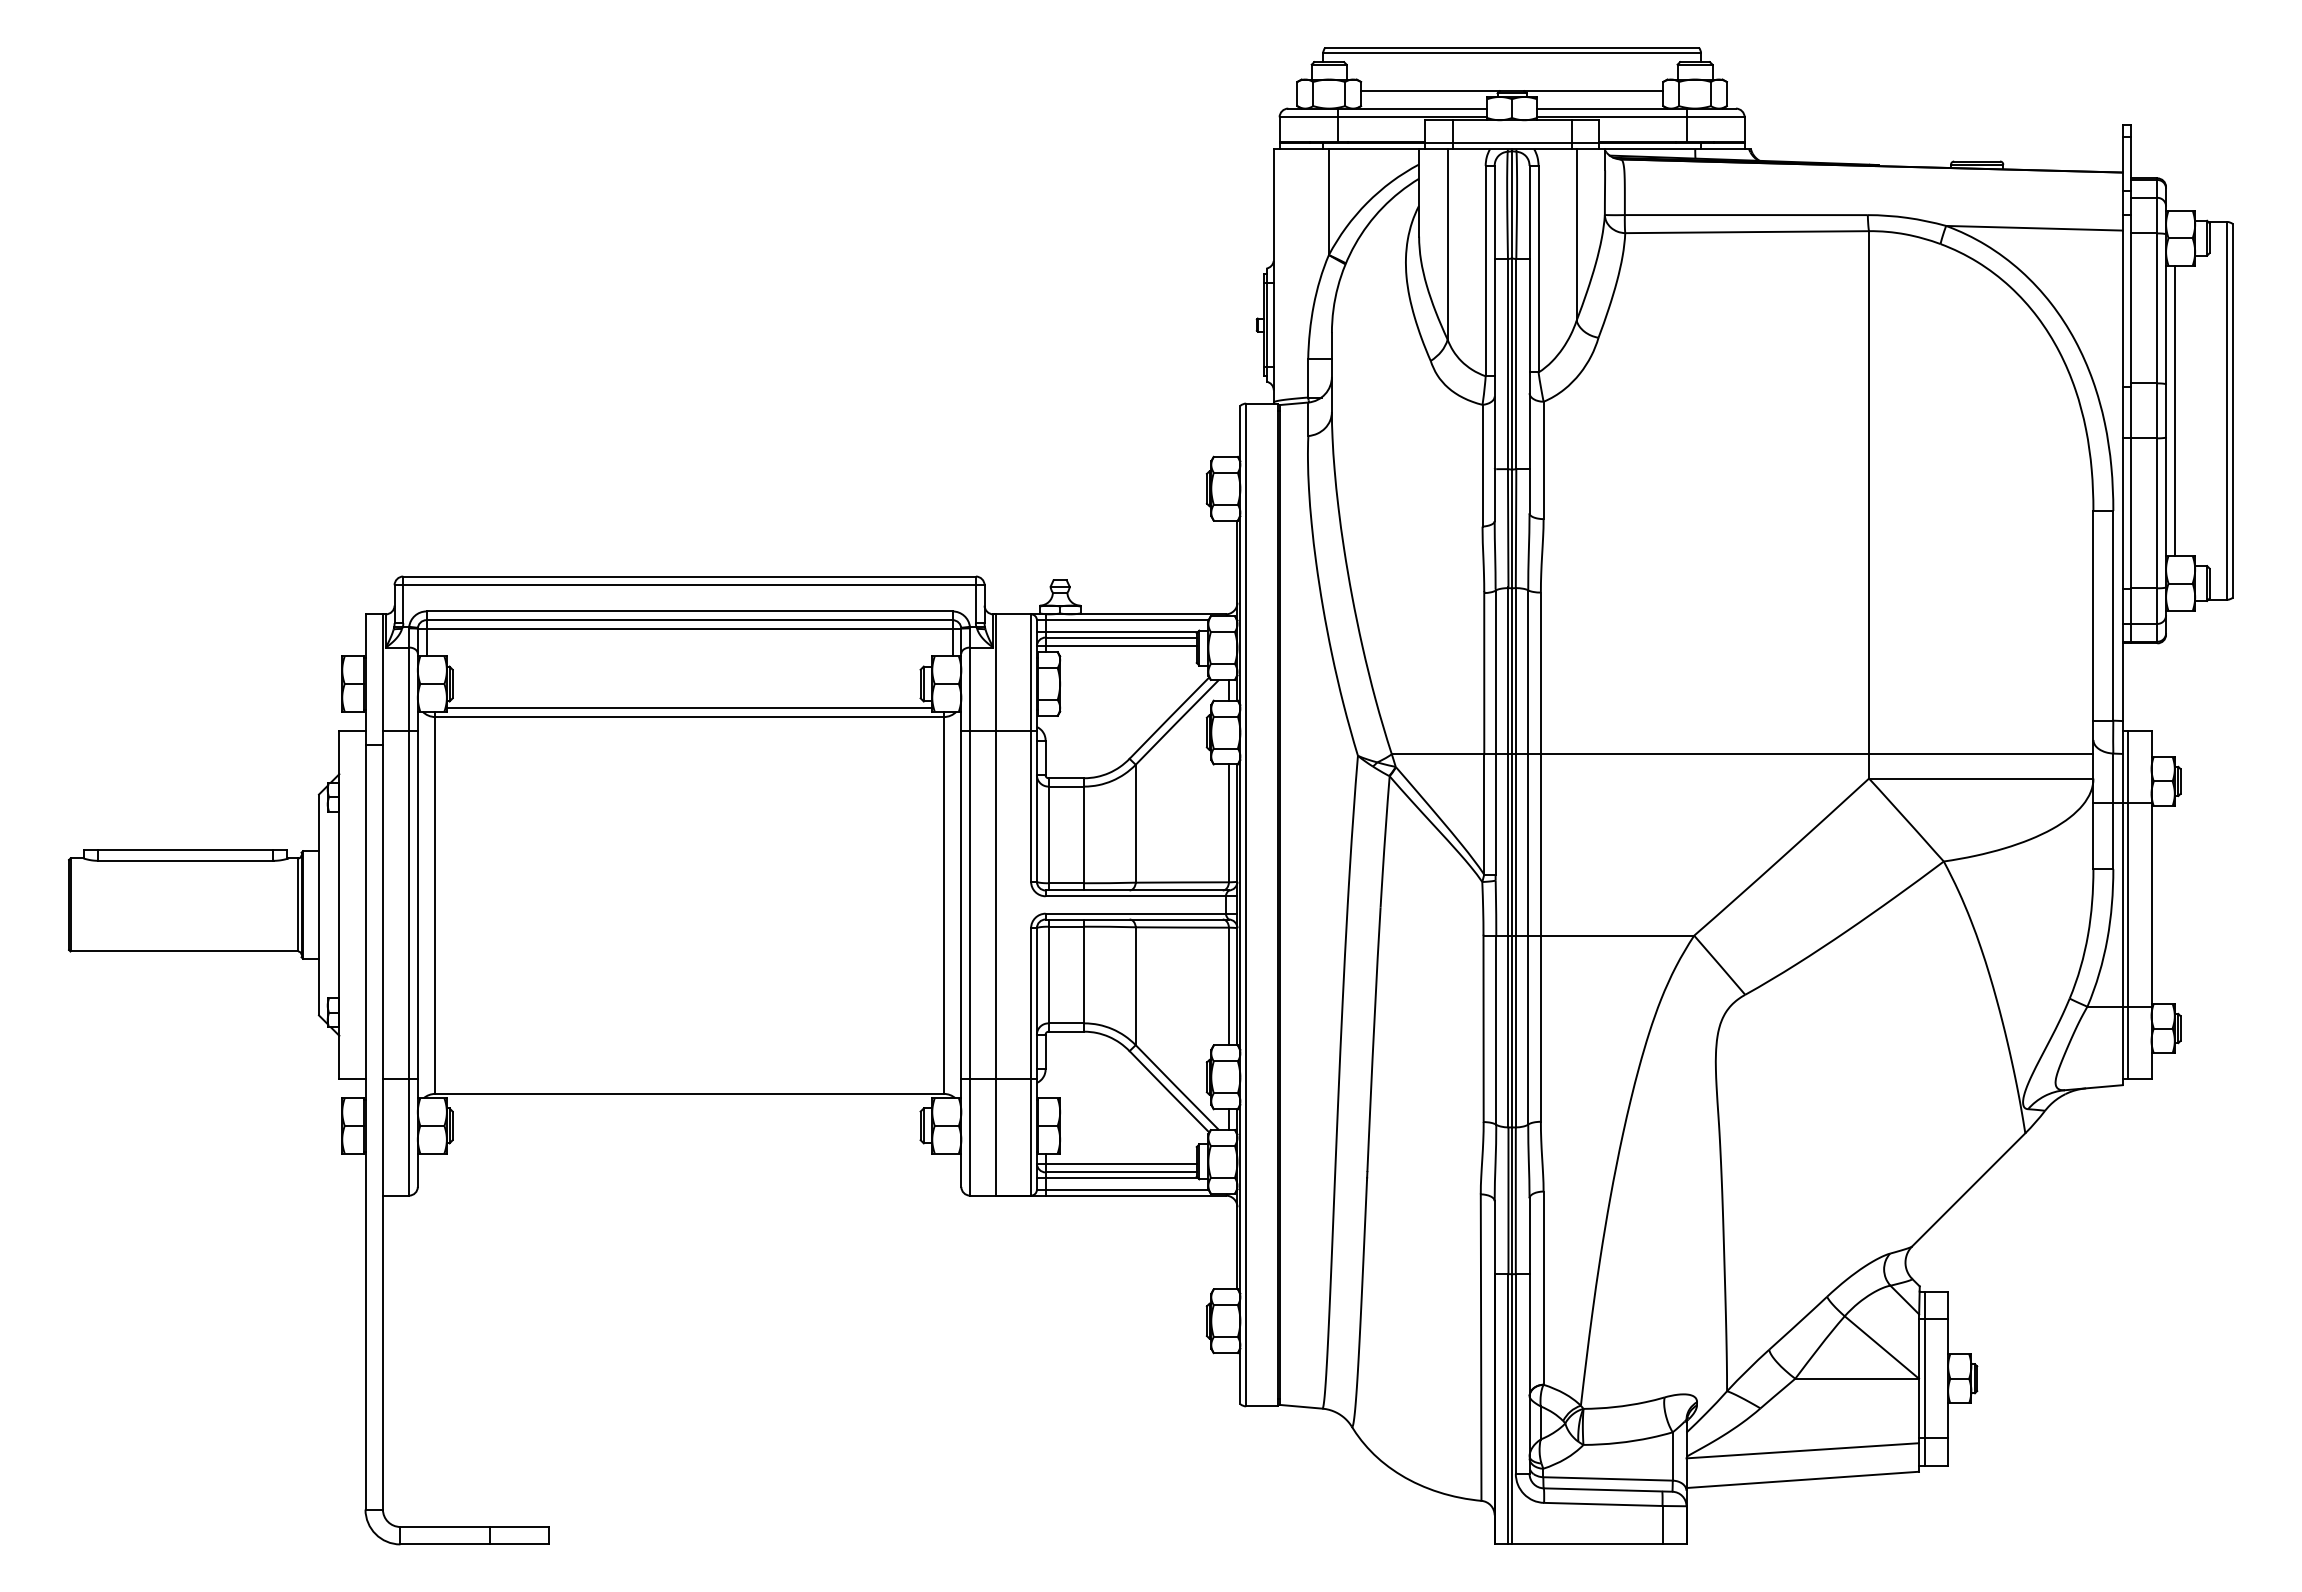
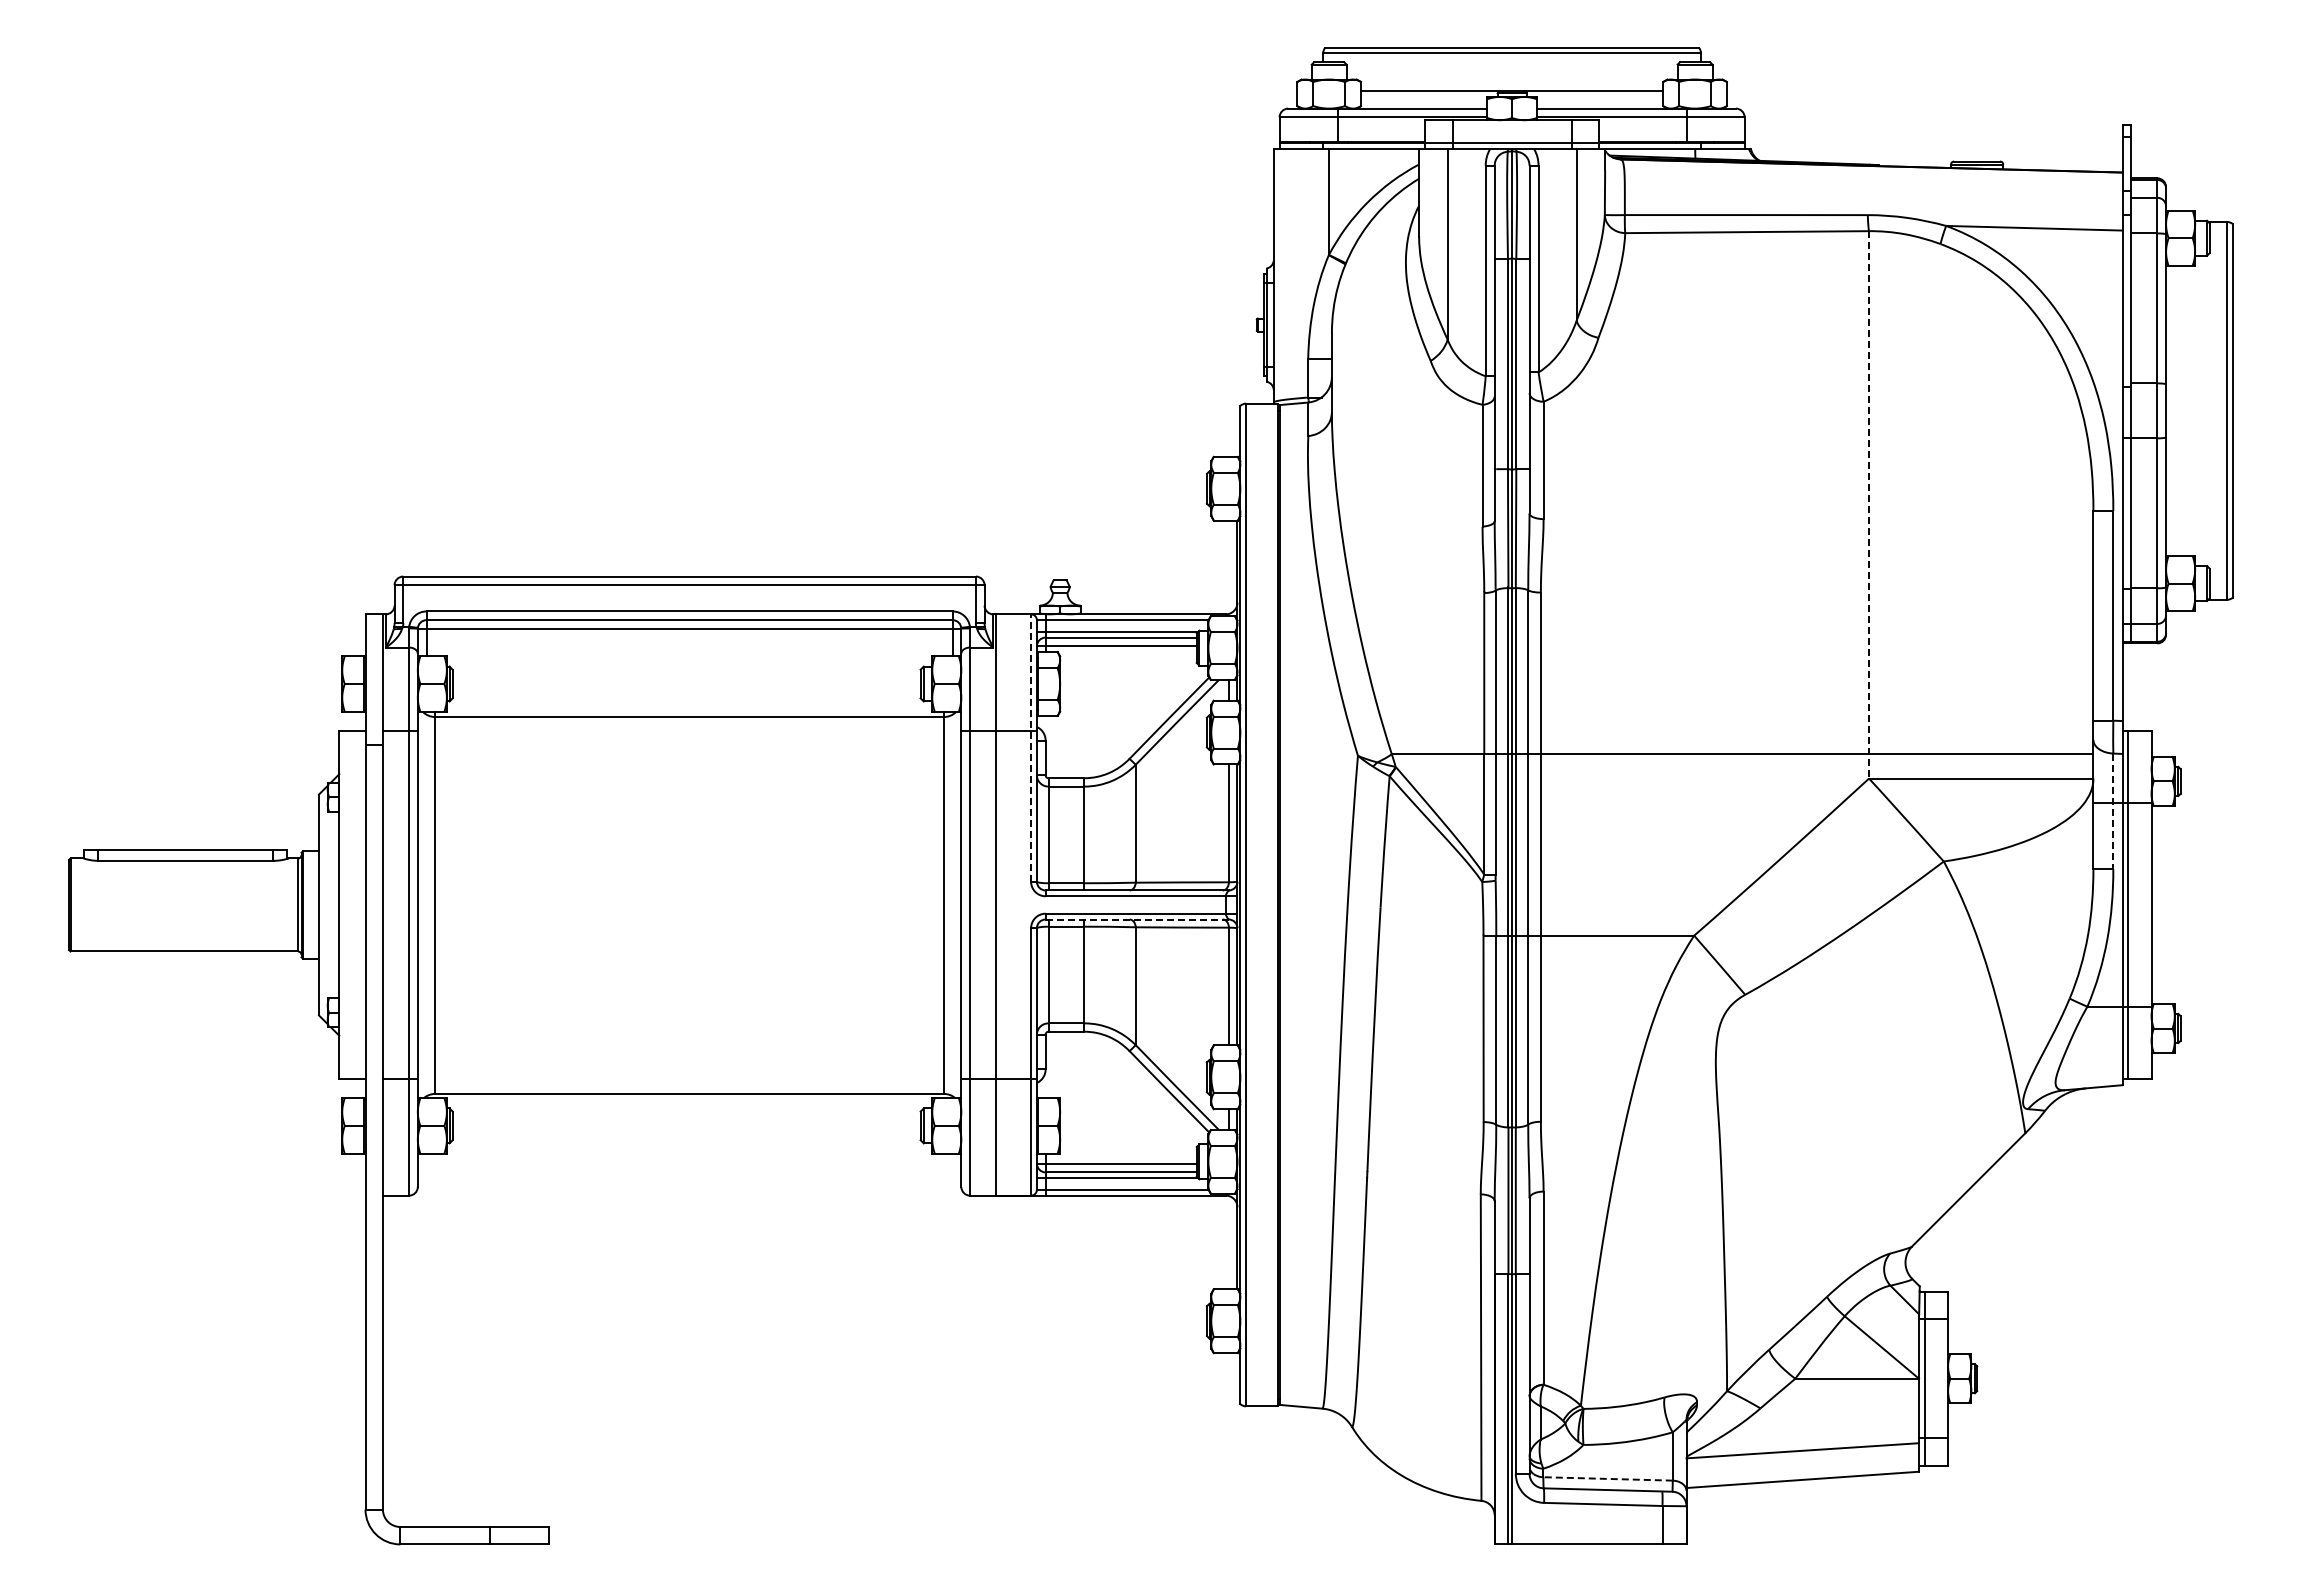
line at (2174, 410): present -> none
line at (1869, 504): solid -> dashed
line at (689, 708): present -> none
line at (1031, 748): solid -> dashed
line at (2113, 811): solid -> dashed
line at (1137, 919): solid -> dashed
line at (1608, 1478): solid -> dashed
